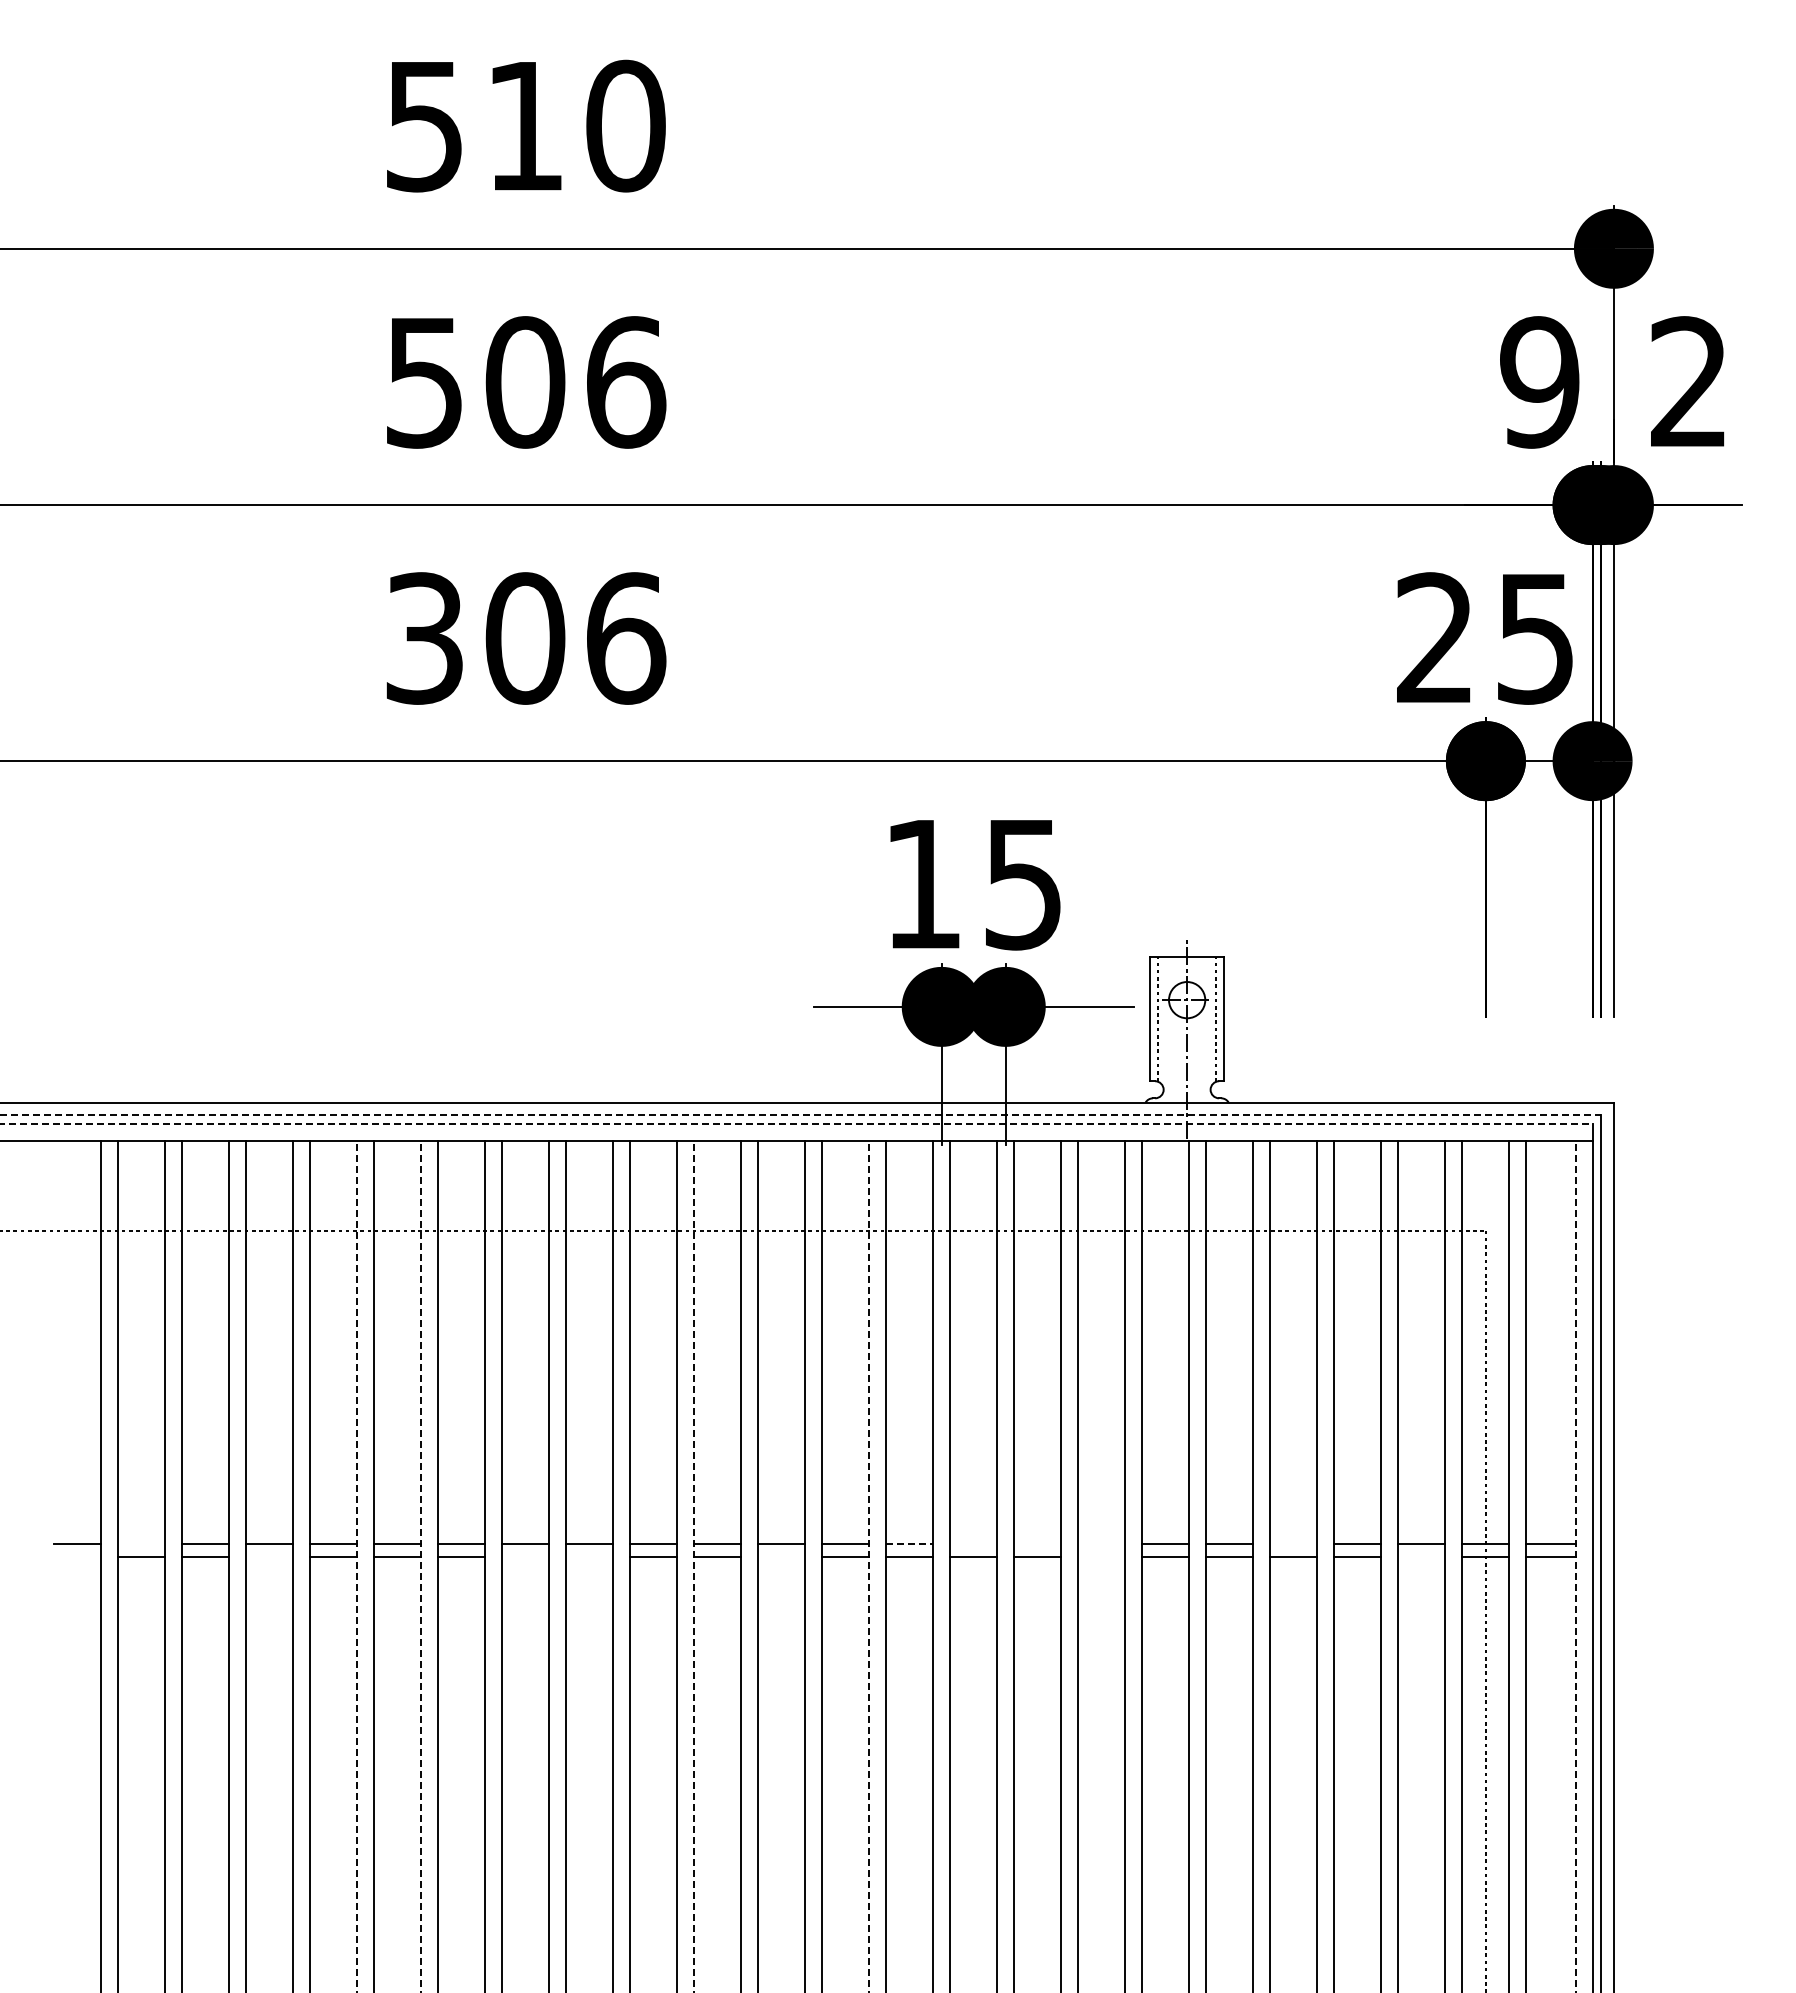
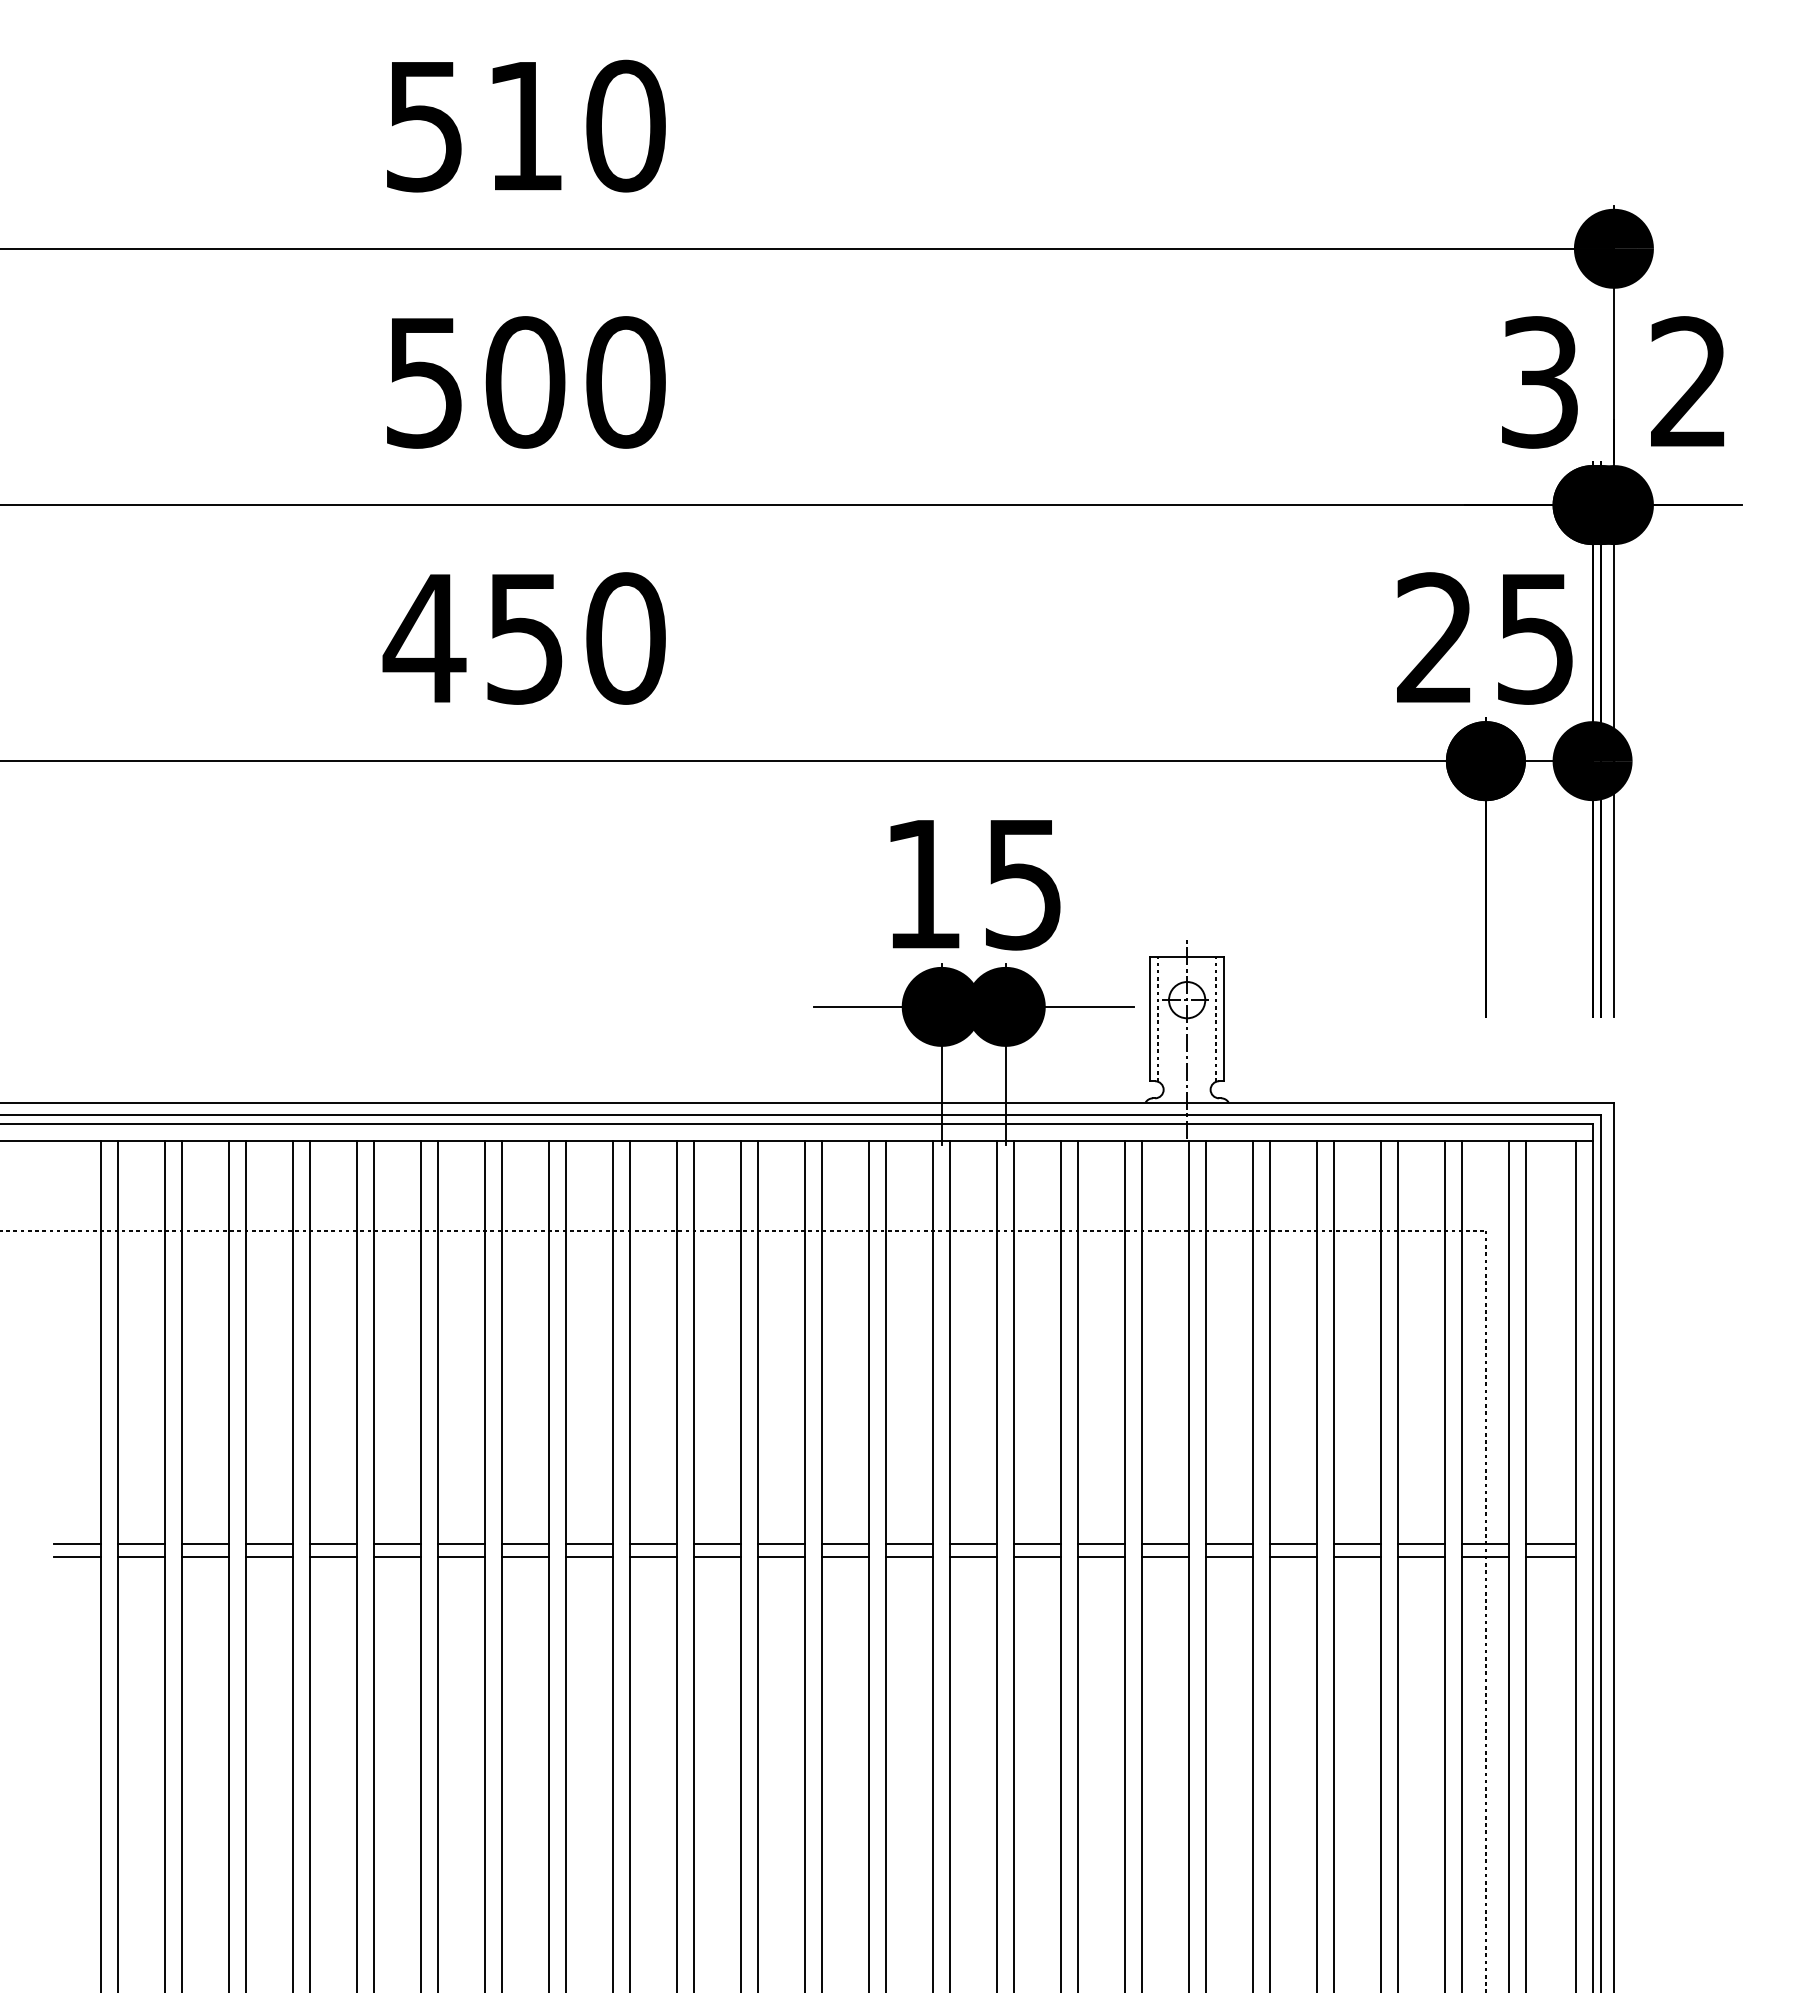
text at (626, 382): 506 -> 500
text at (1539, 382): 9 -> 3
text at (524, 638): 306 -> 450
line at (801, 1115): dashed -> solid
line at (796, 1123): dashed -> solid
line at (141, 1544): none -> present
line at (910, 1544): dashed -> solid
line at (973, 1544): none -> present
line at (1037, 1544): none -> present
line at (1101, 1544): none -> present
line at (1293, 1544): none -> present
line at (77, 1557): none -> present
line at (269, 1557): none -> present
line at (525, 1557): none -> present
line at (589, 1557): none -> present
line at (781, 1557): none -> present
line at (1101, 1557): none -> present
line at (1421, 1557): none -> present
line at (357, 1566): dashed -> solid
line at (421, 1566): dashed -> solid
line at (694, 1566): dashed -> solid
line at (869, 1566): dashed -> solid
line at (1575, 1566): dashed -> solid
